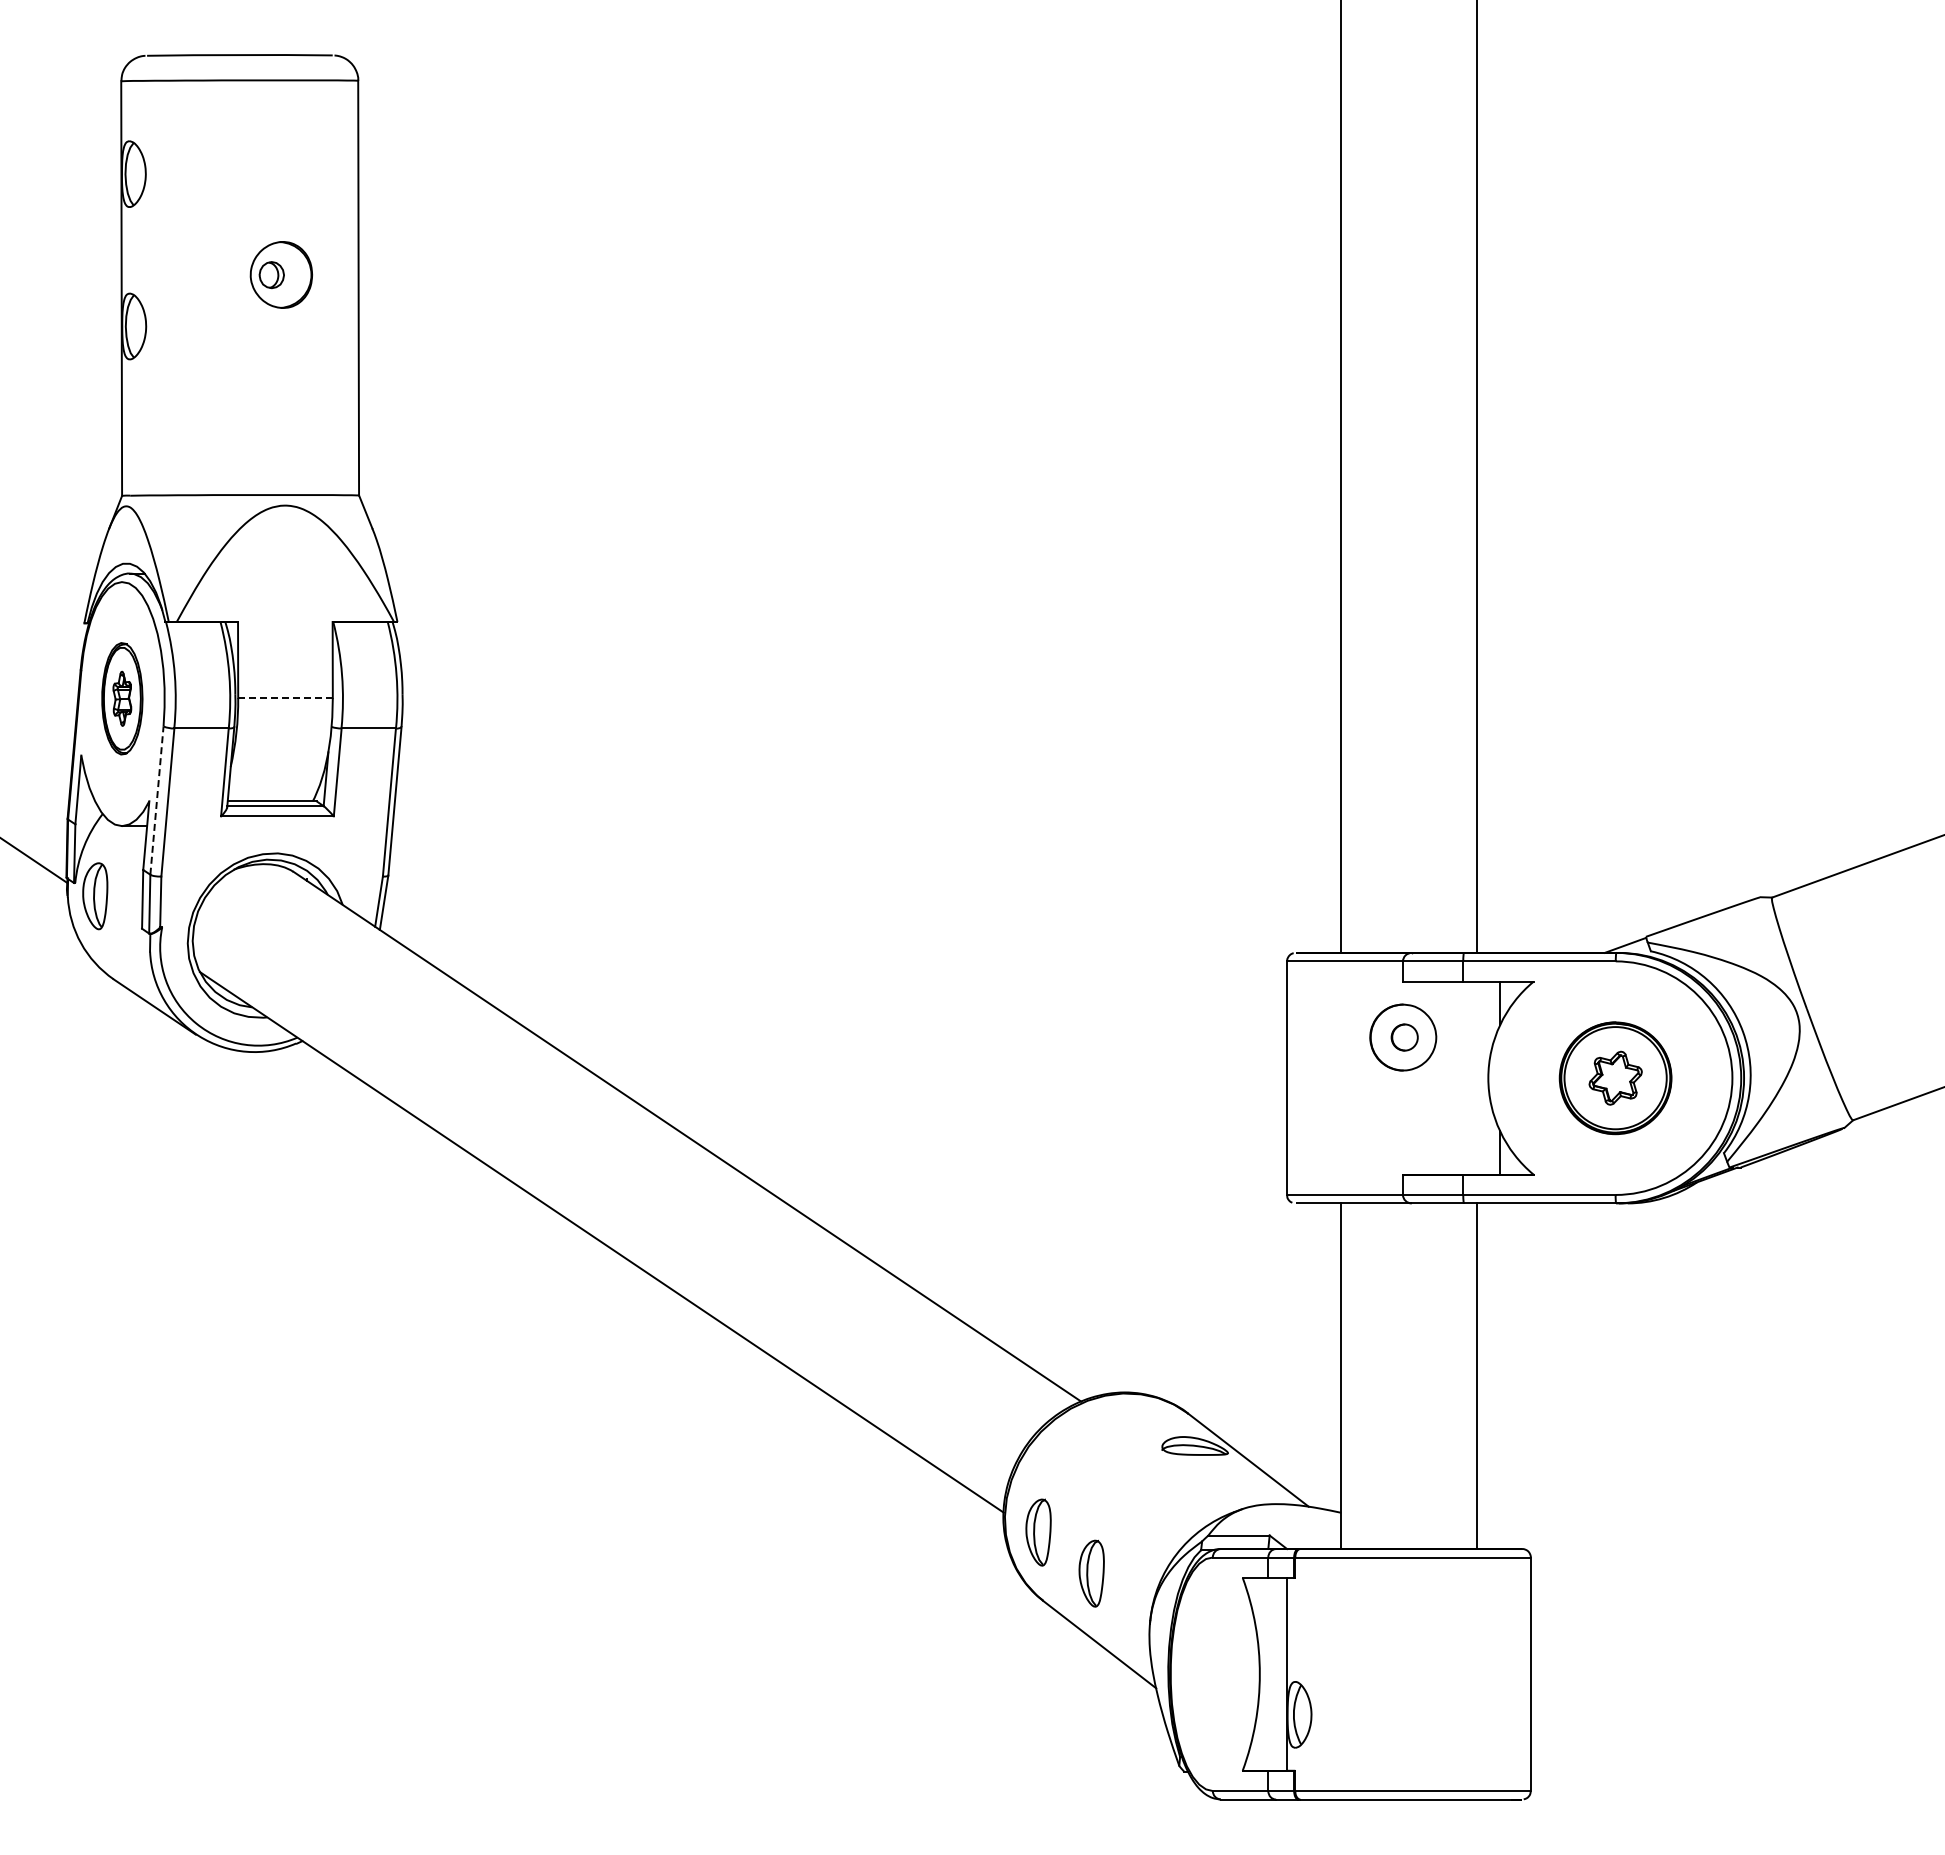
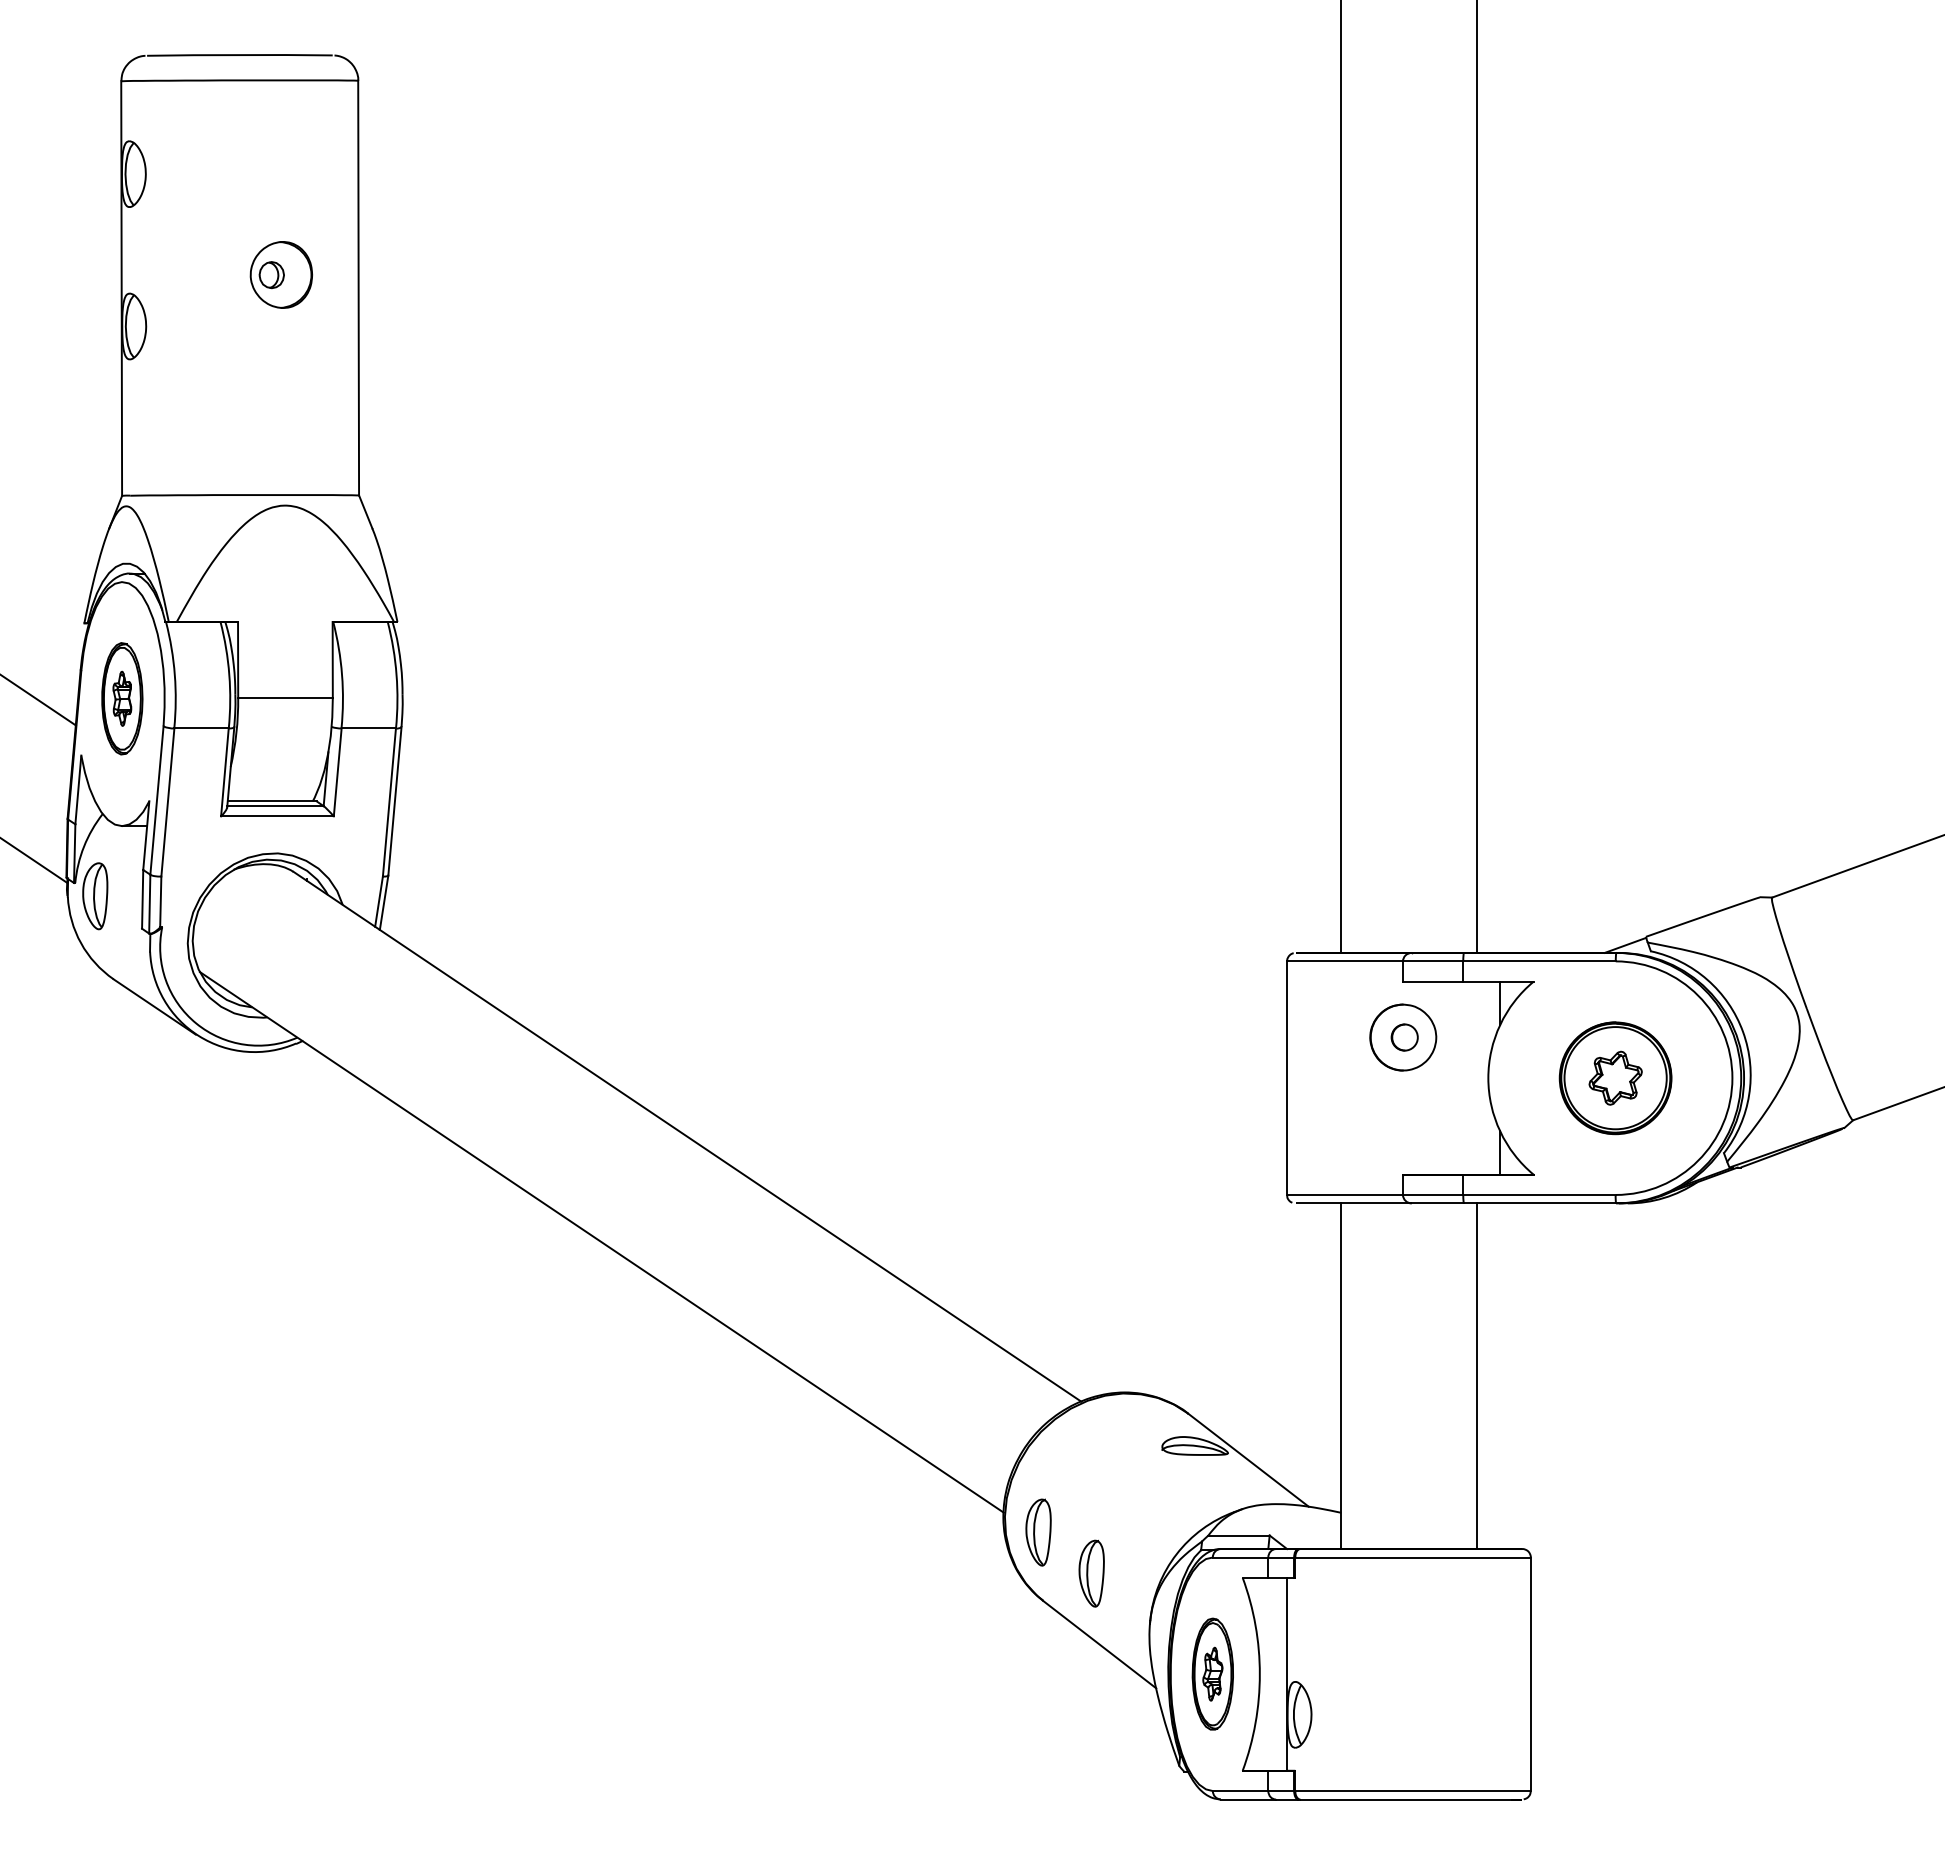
line at (285, 698): dashed -> solid
line at (38, 700): none -> present
line at (157, 800): dashed -> solid
part at (1212, 1673): none -> present
